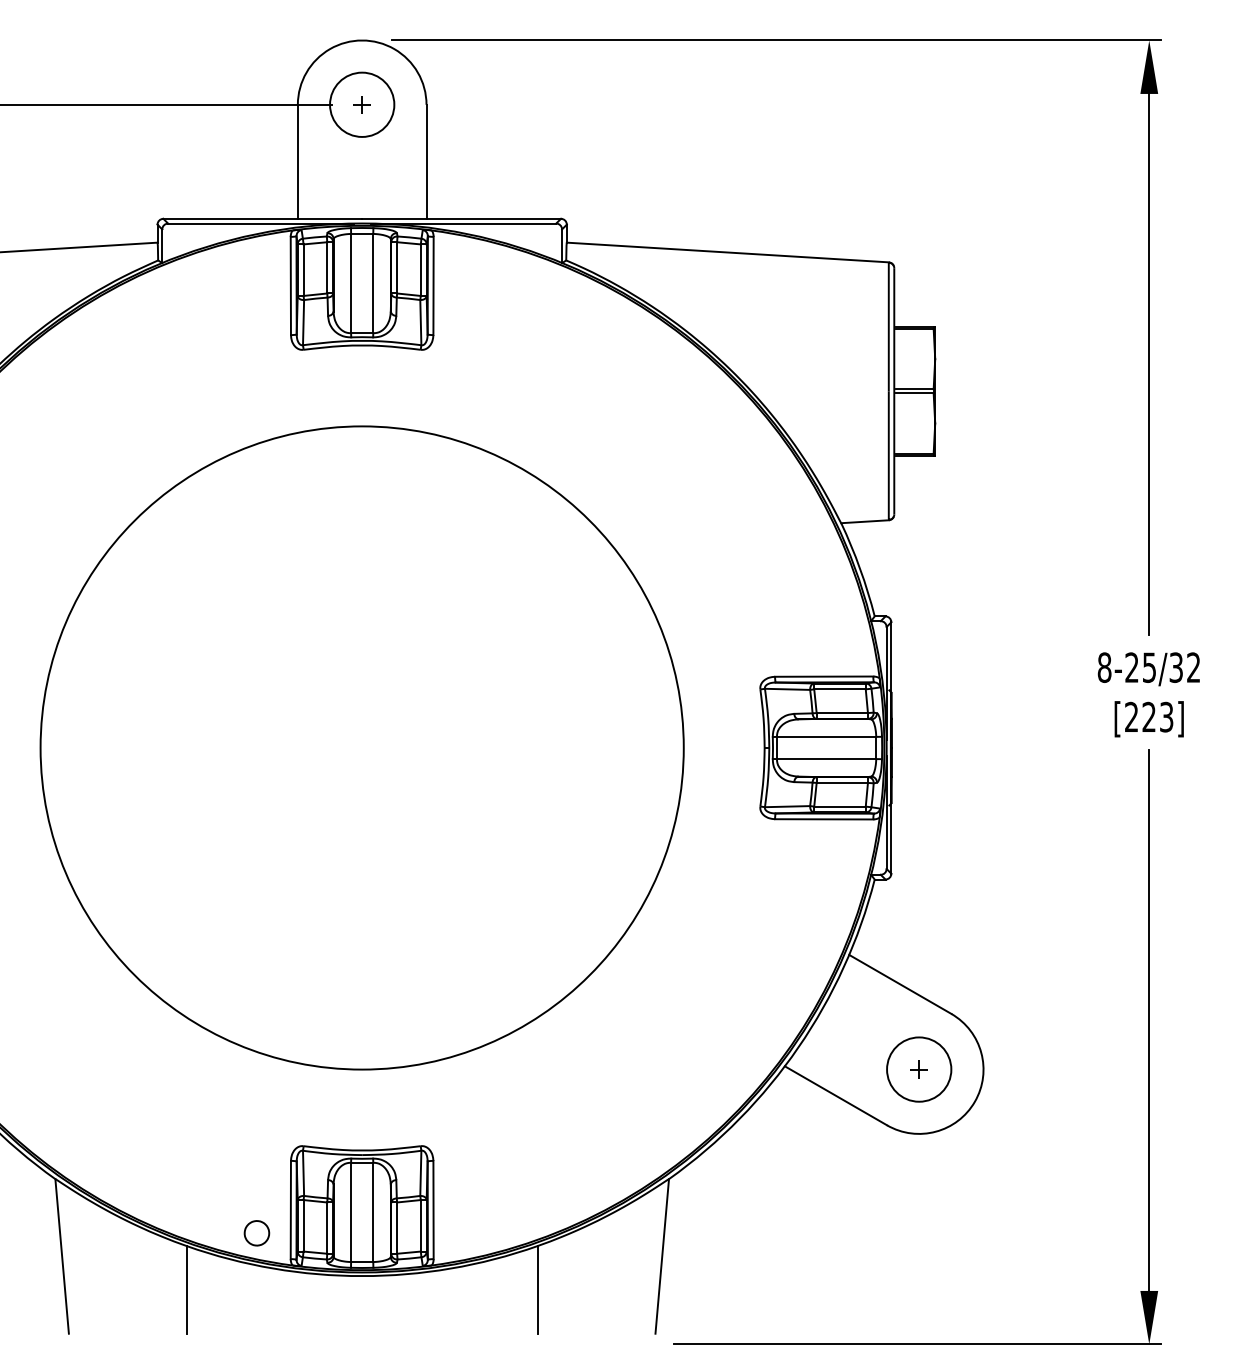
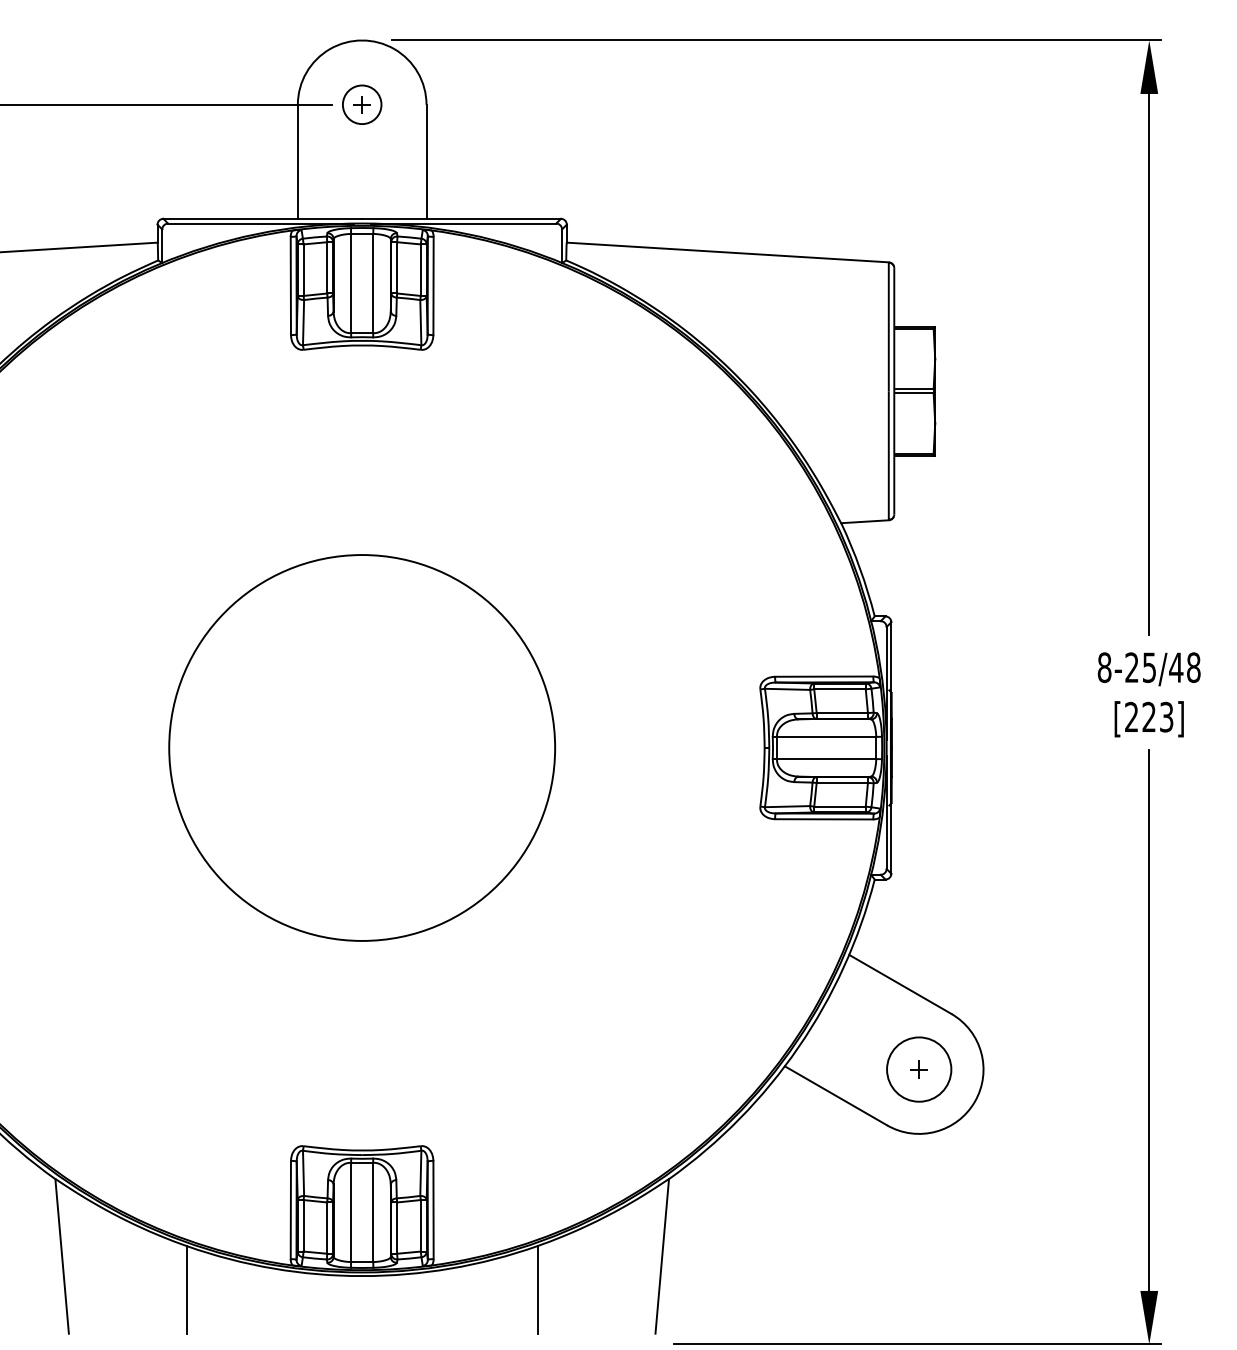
circle at (362, 104) diameter: 64 px -> 39 px
text at (1184, 667): 8-25/32 -> 8-25/48
circle at (361, 747) diameter: 643 px -> 386 px
part at (256, 1233): present -> none
